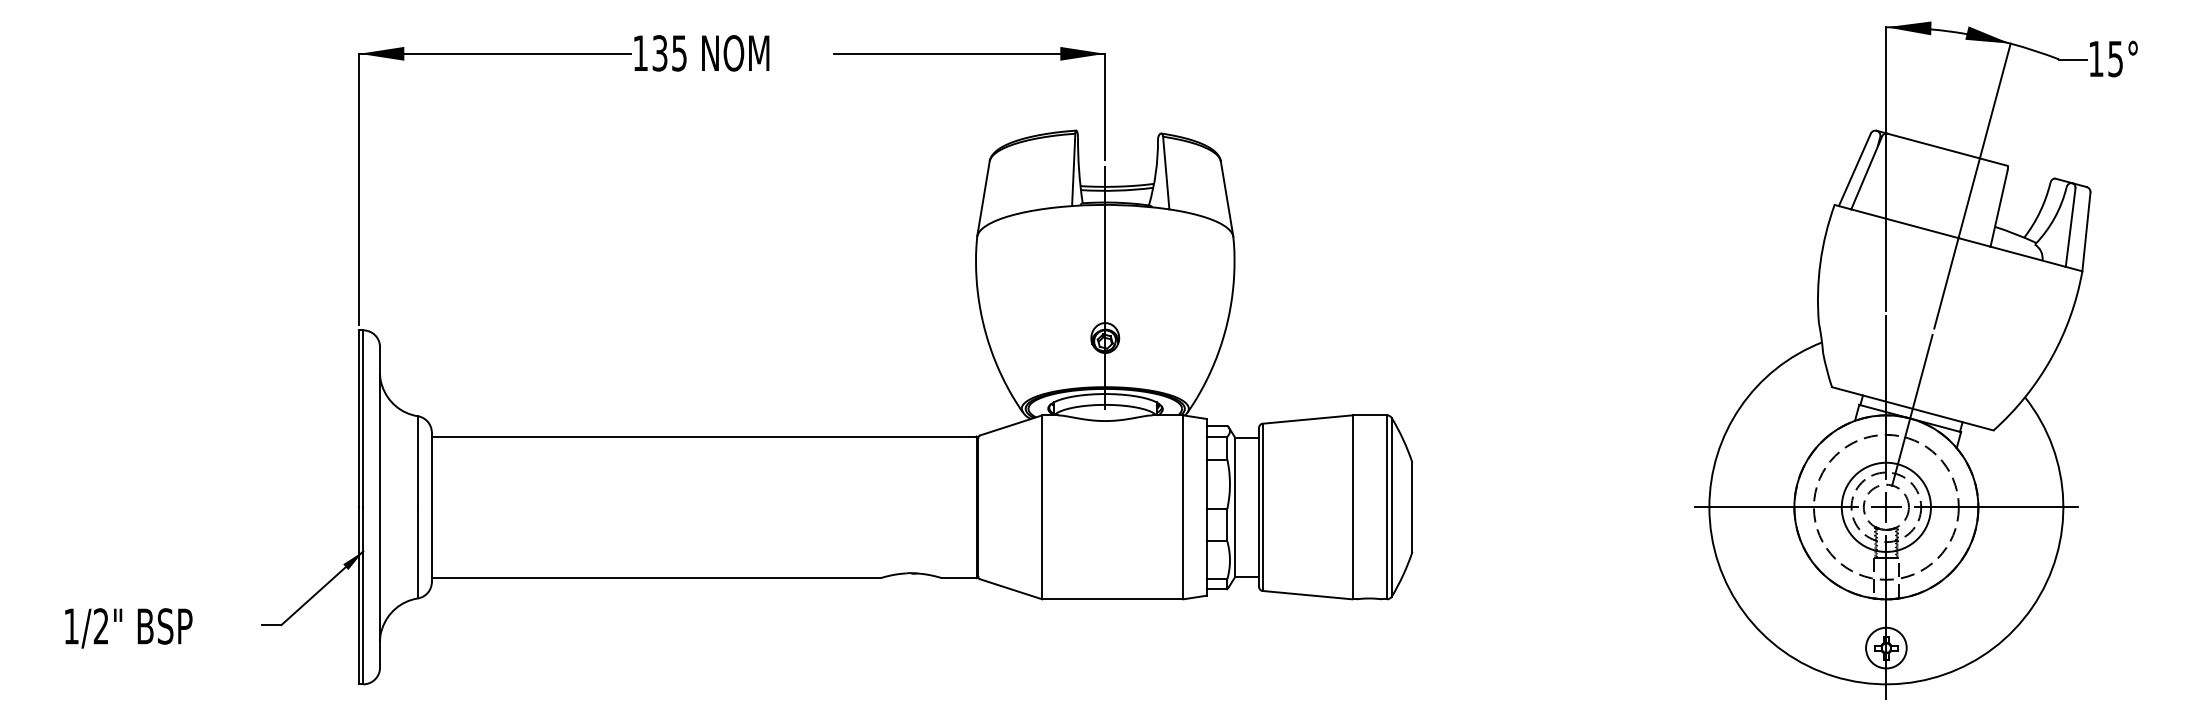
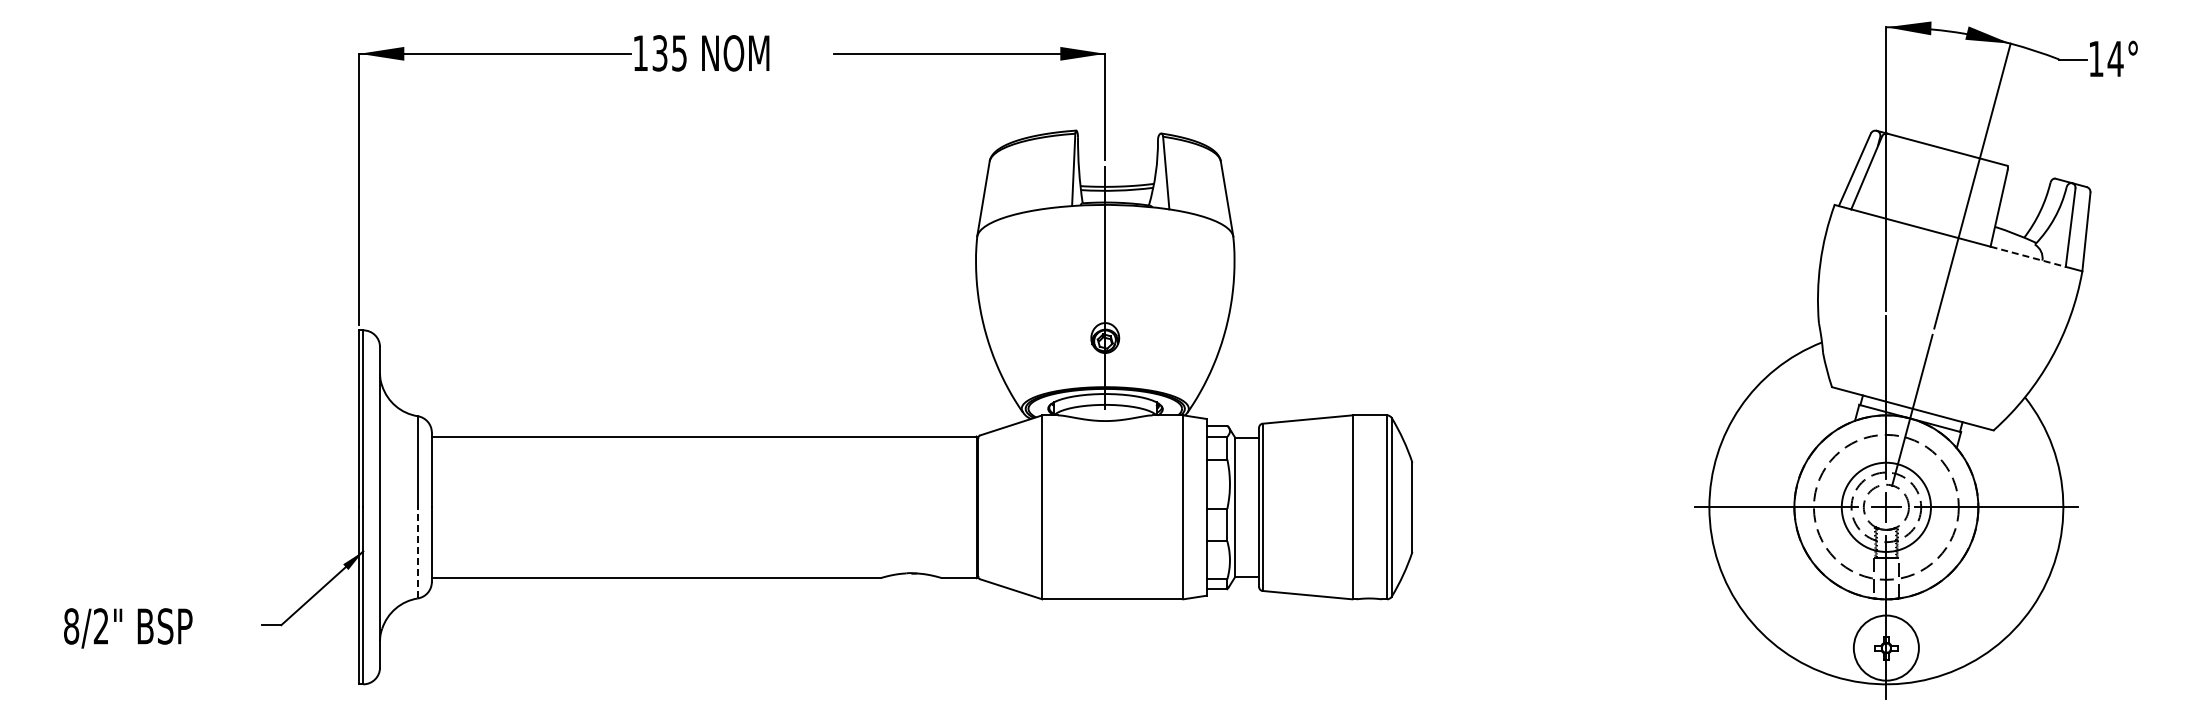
text at (2115, 59): 15° -> 14°
line at (2028, 256): solid -> dashed
line at (417, 552): solid -> dashed
text at (71, 626): 1/2" -> 8/2"
circle at (1886, 647) diameter: 41 px -> 65 px
